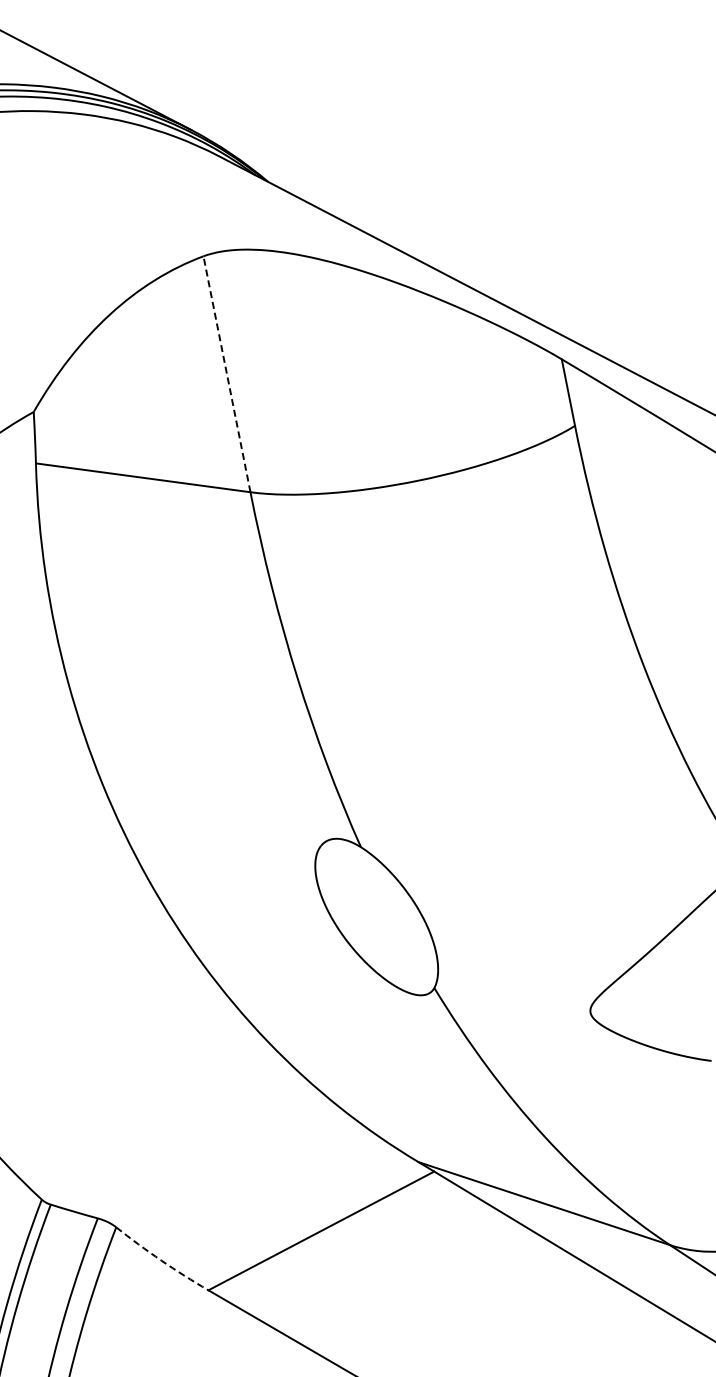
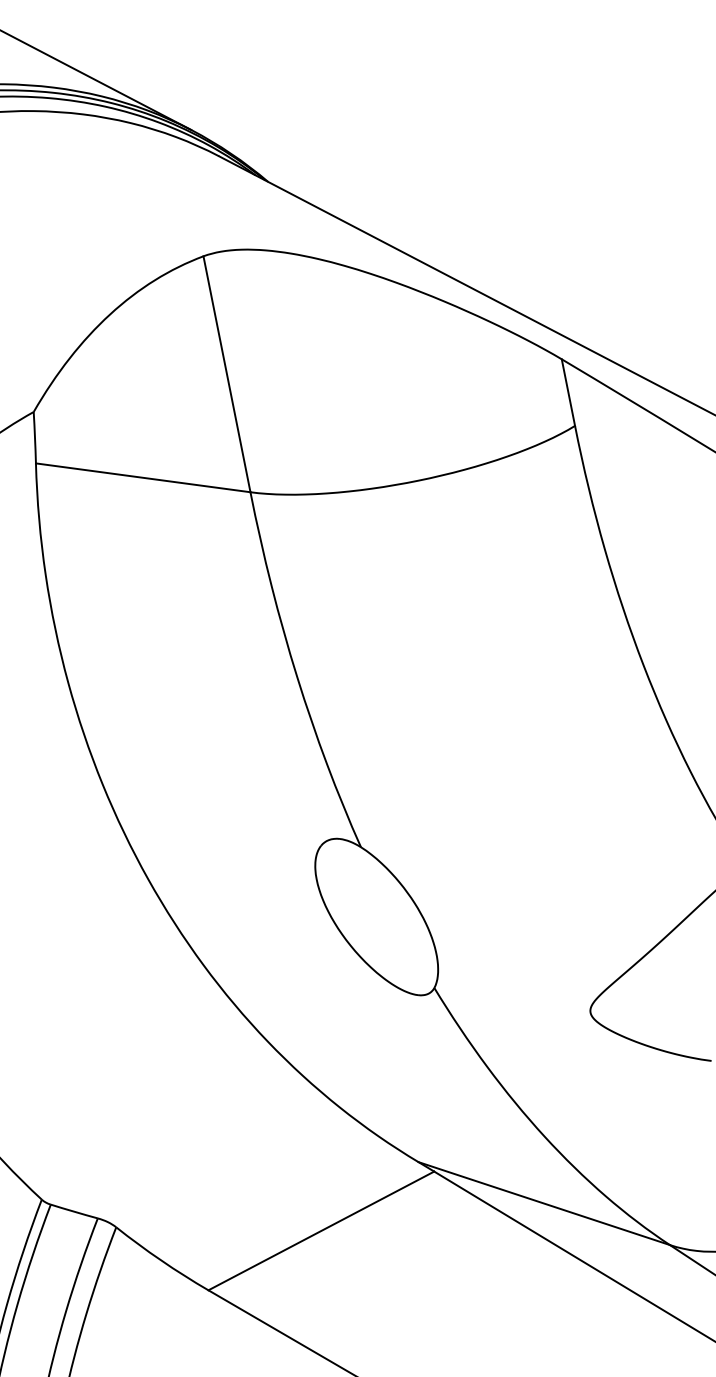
line at (226, 373): dashed -> solid
arc at (161, 1260): dashed -> solid
